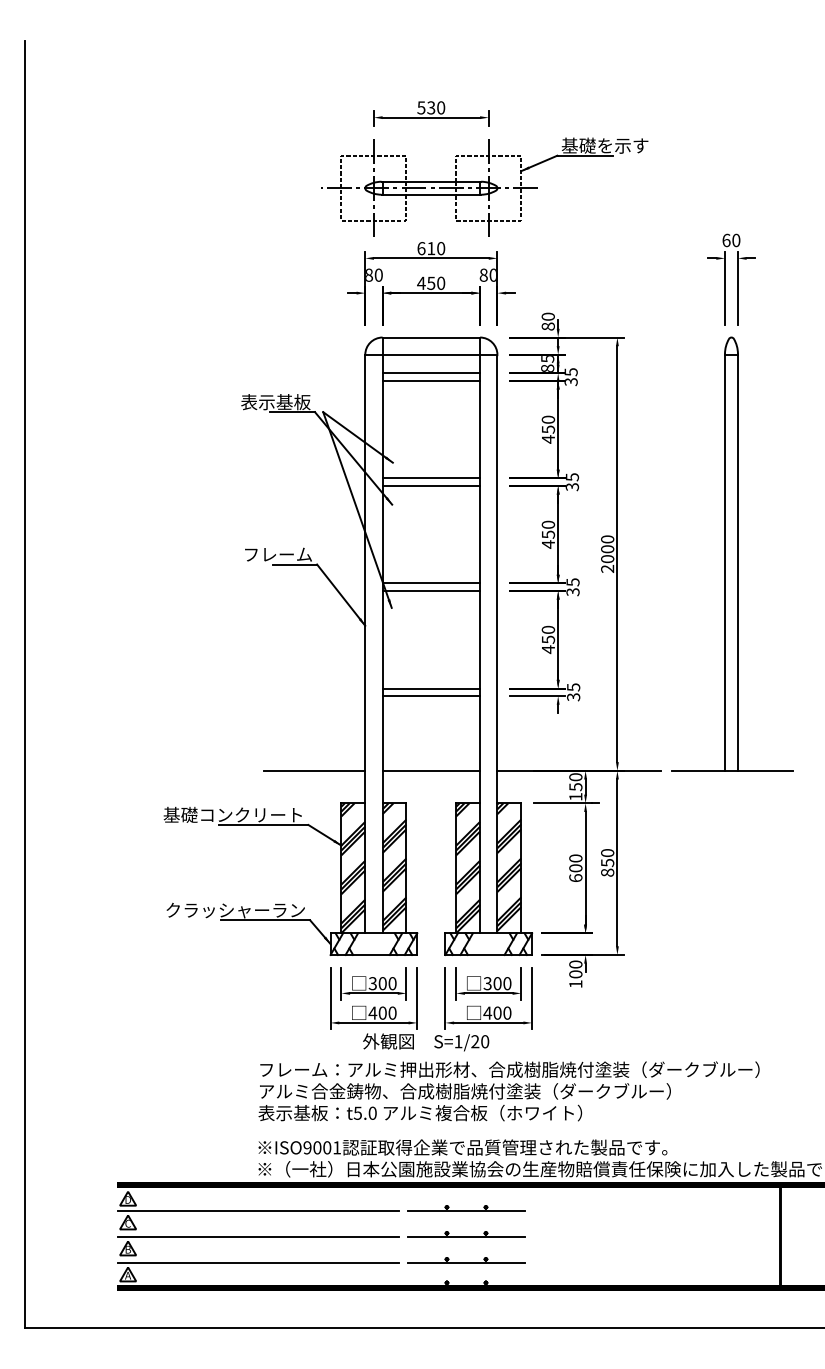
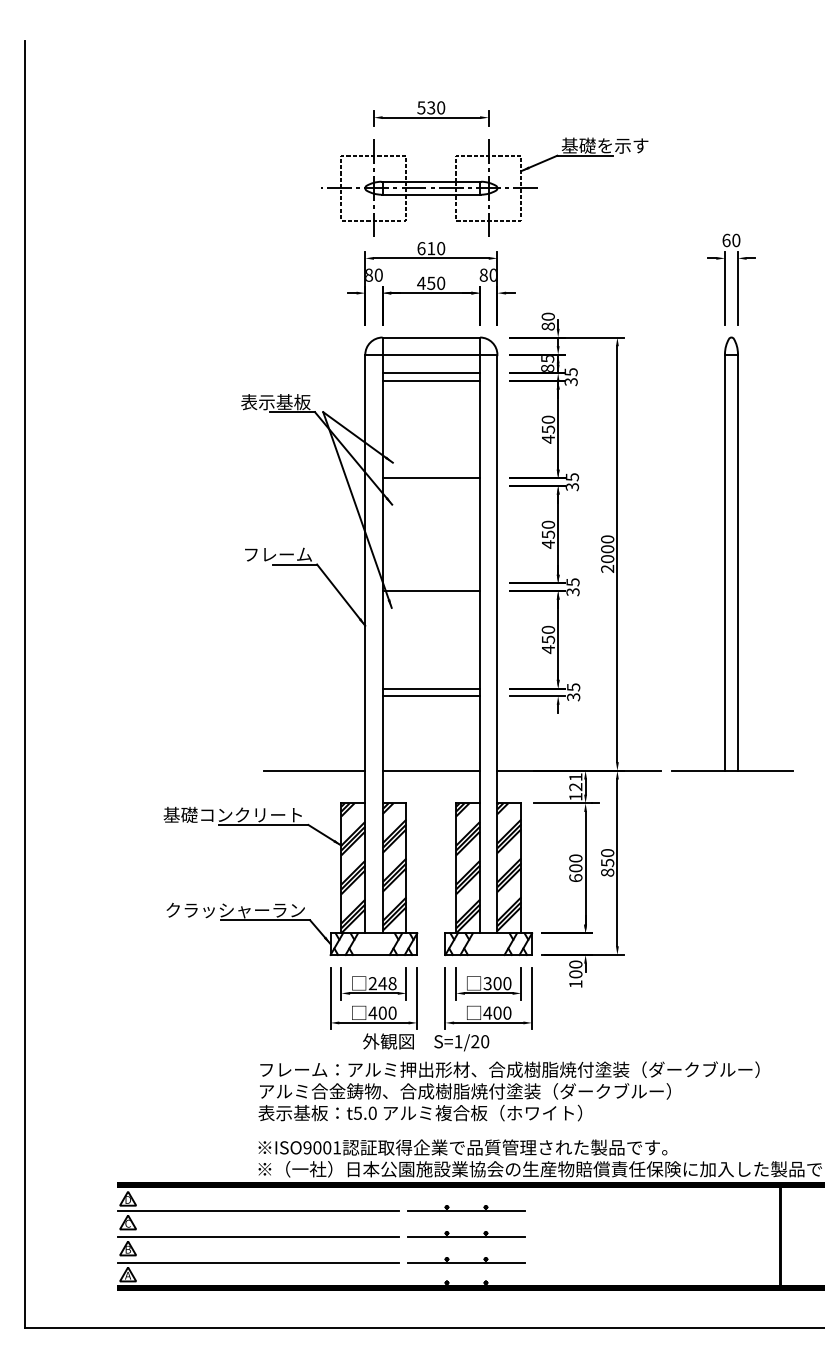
line at (431, 485): present -> none
line at (431, 583): present -> none
text at (575, 782): 150 -> 121
text at (382, 983): 300 -> 248
